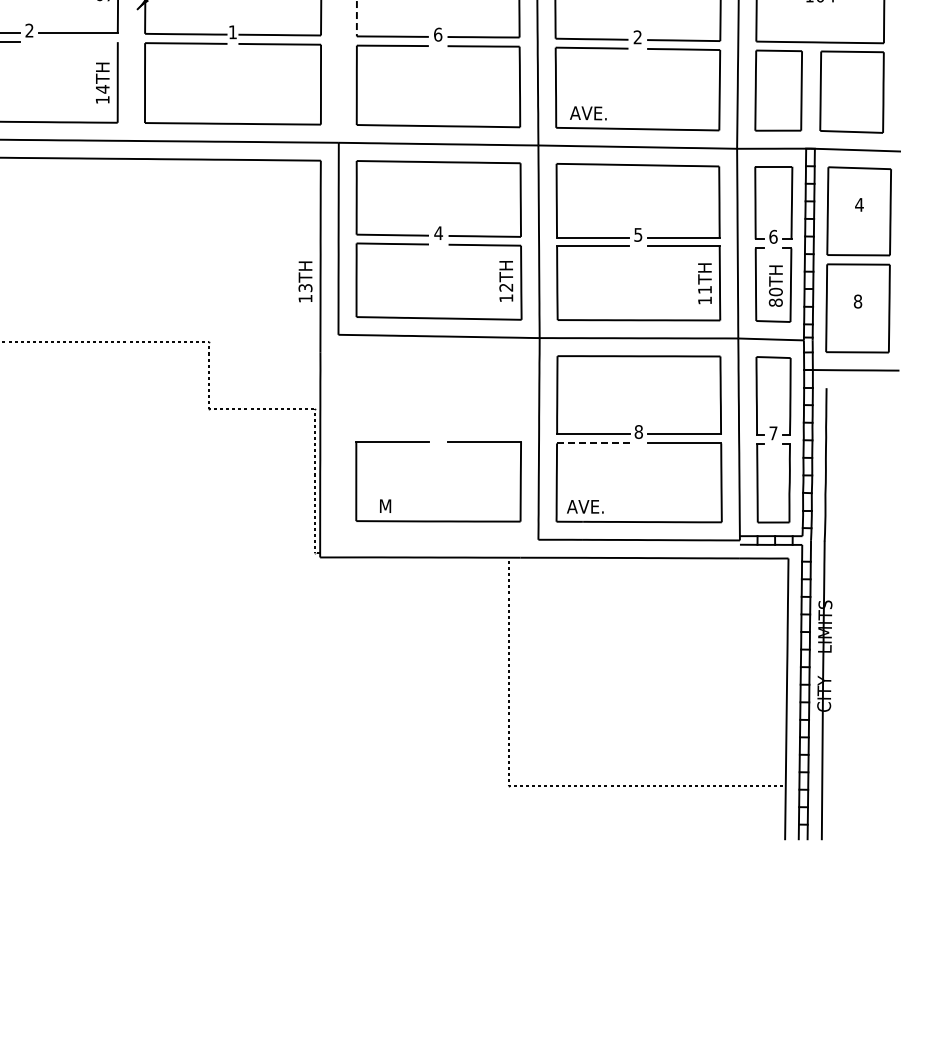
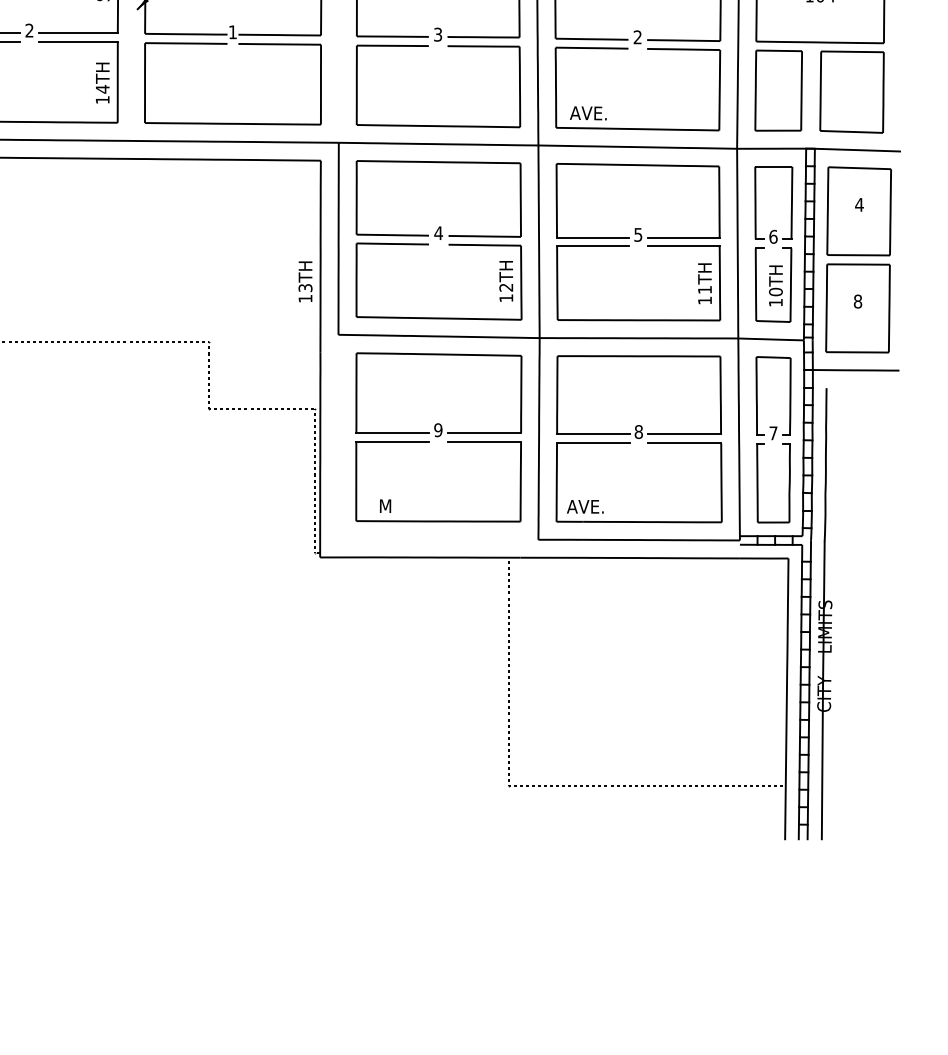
line at (356, 18): dashed -> solid
text at (438, 34): 6 -> 3
line at (77, 42): none -> present
text at (775, 302): 80TH -> 10TH
part at (438, 423): none -> present
line at (593, 443): dashed -> solid
